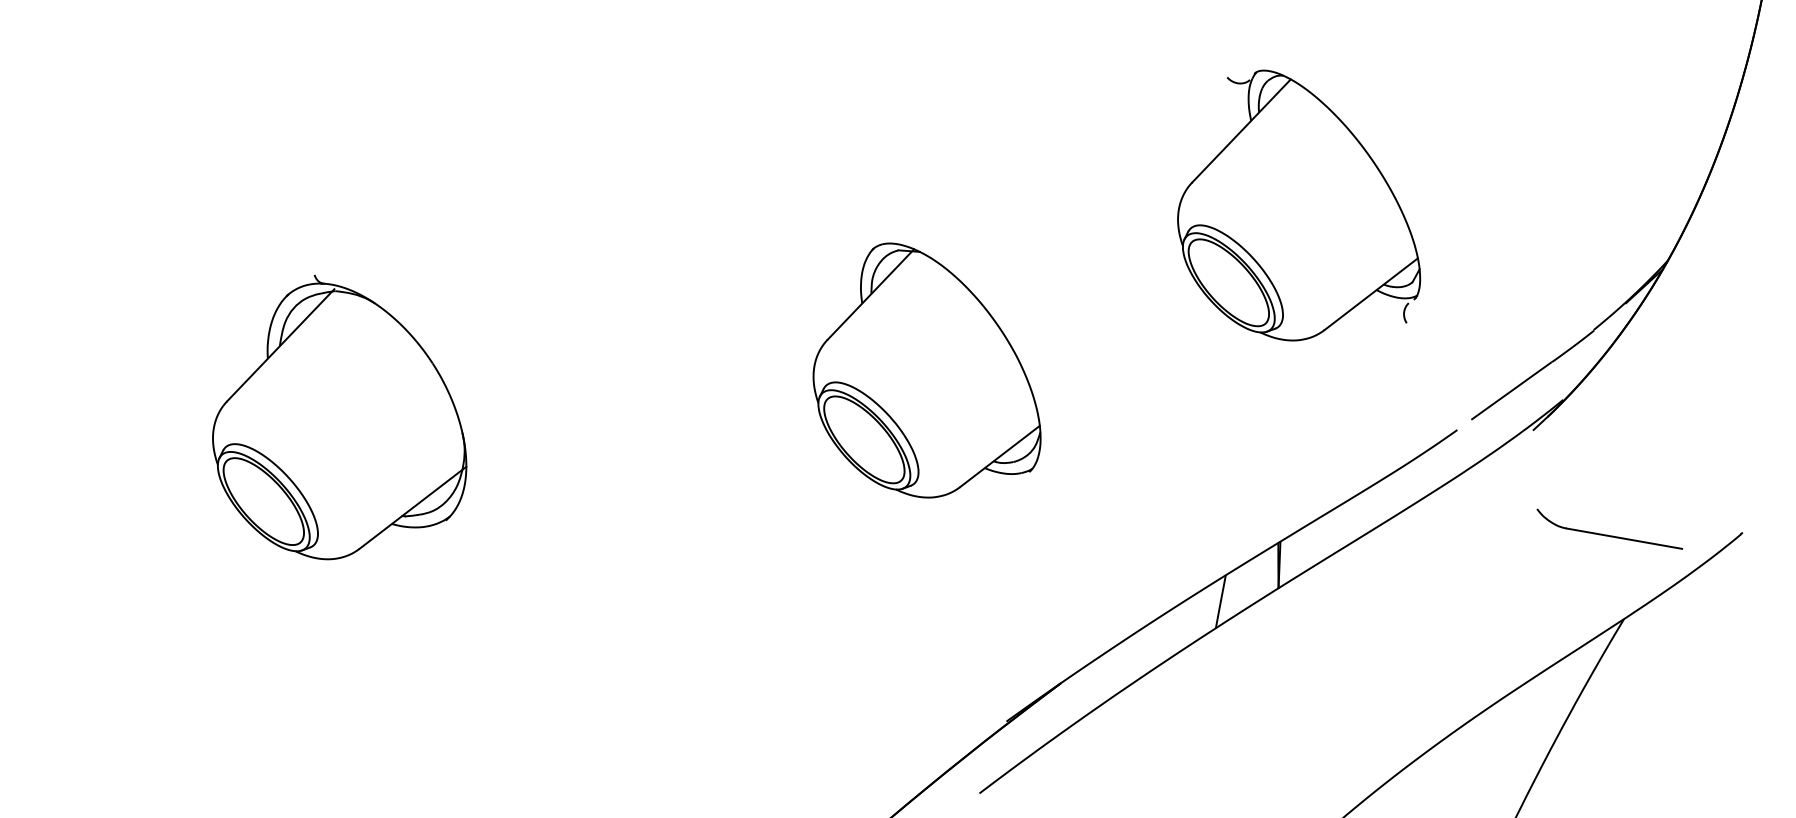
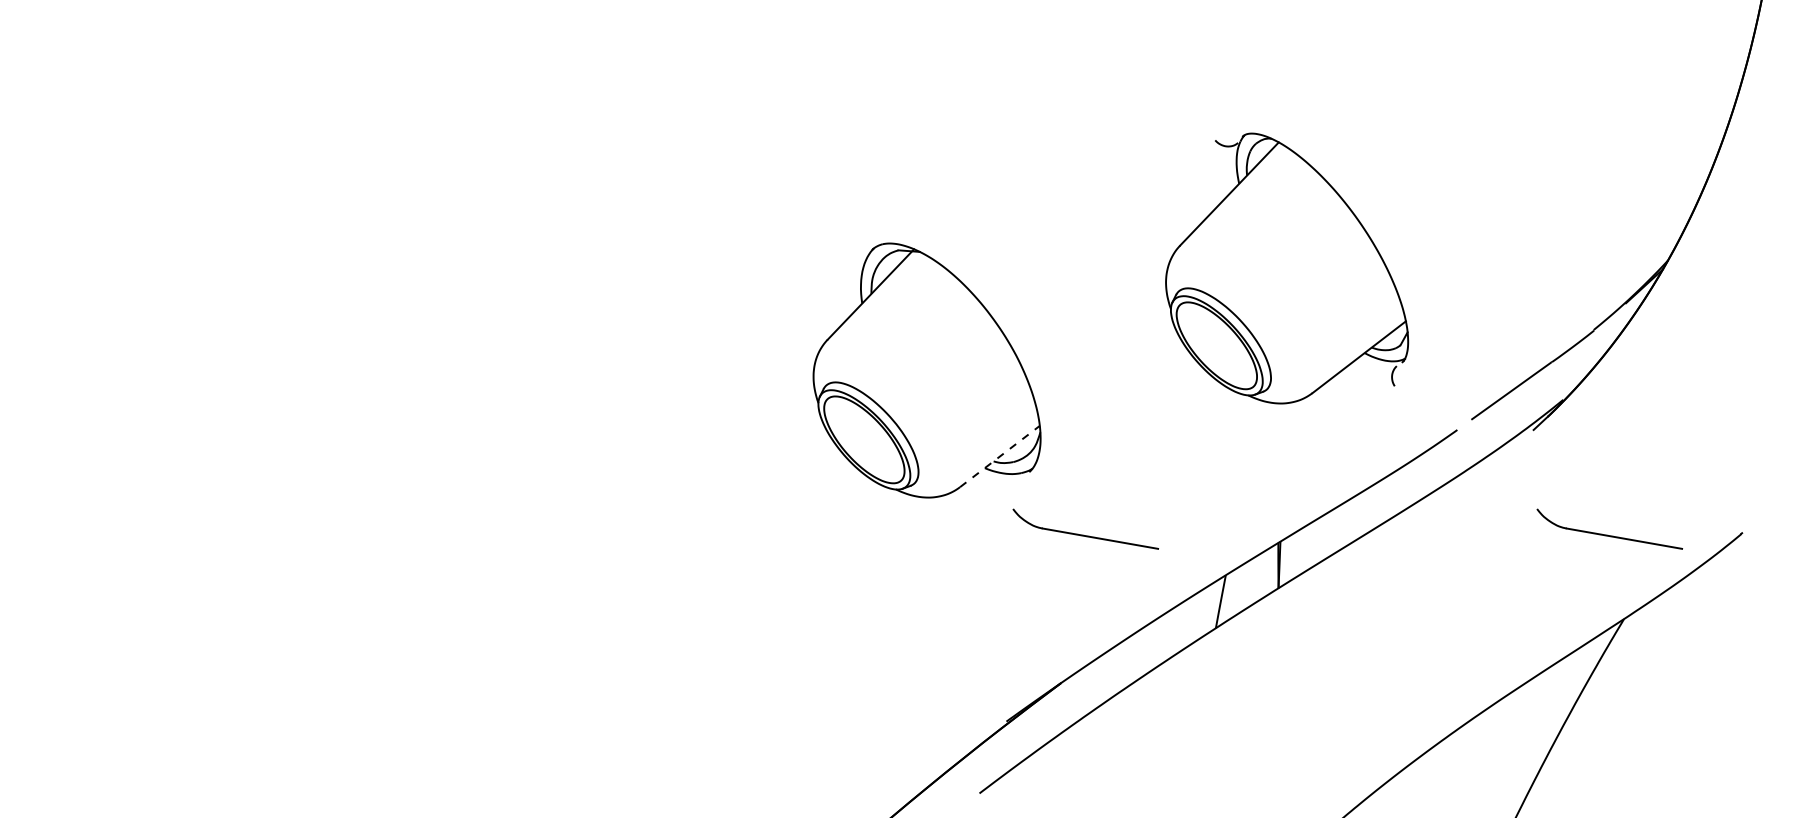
part at (1299, 205) position: (1299, 205) -> (1287, 268)
part at (339, 417): present -> none
line at (1000, 456): solid -> dashed
part at (1083, 534): none -> present
